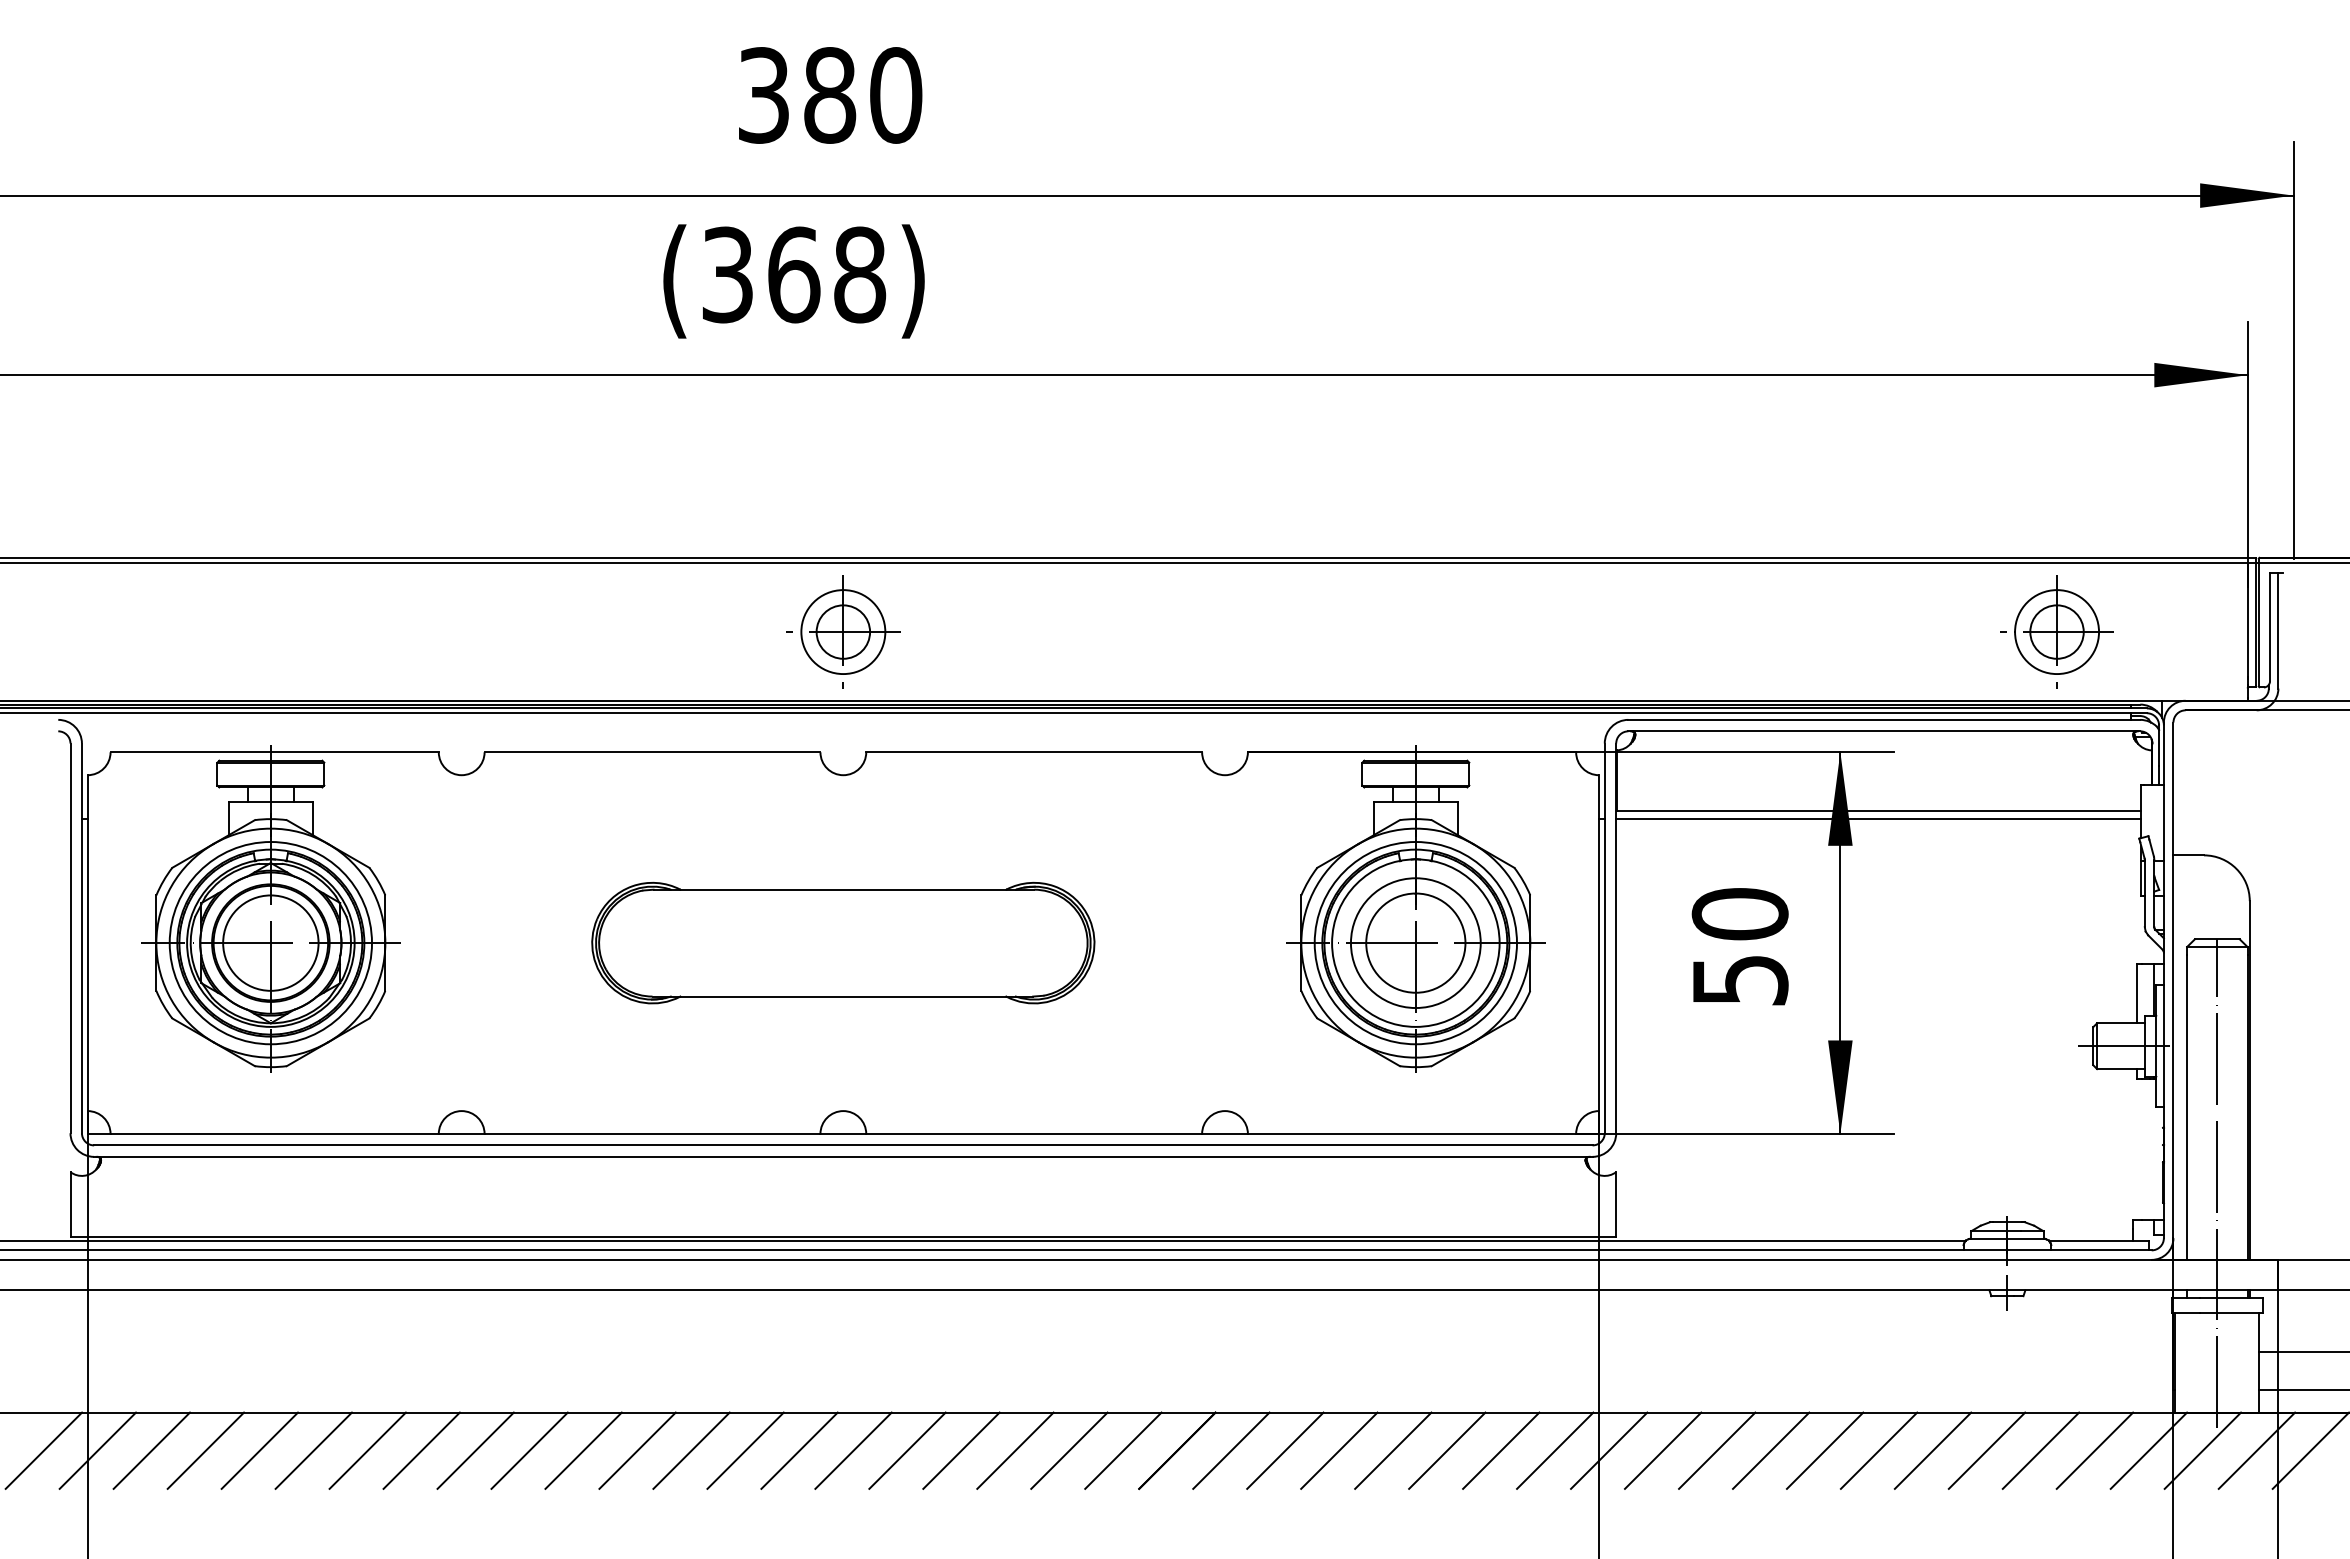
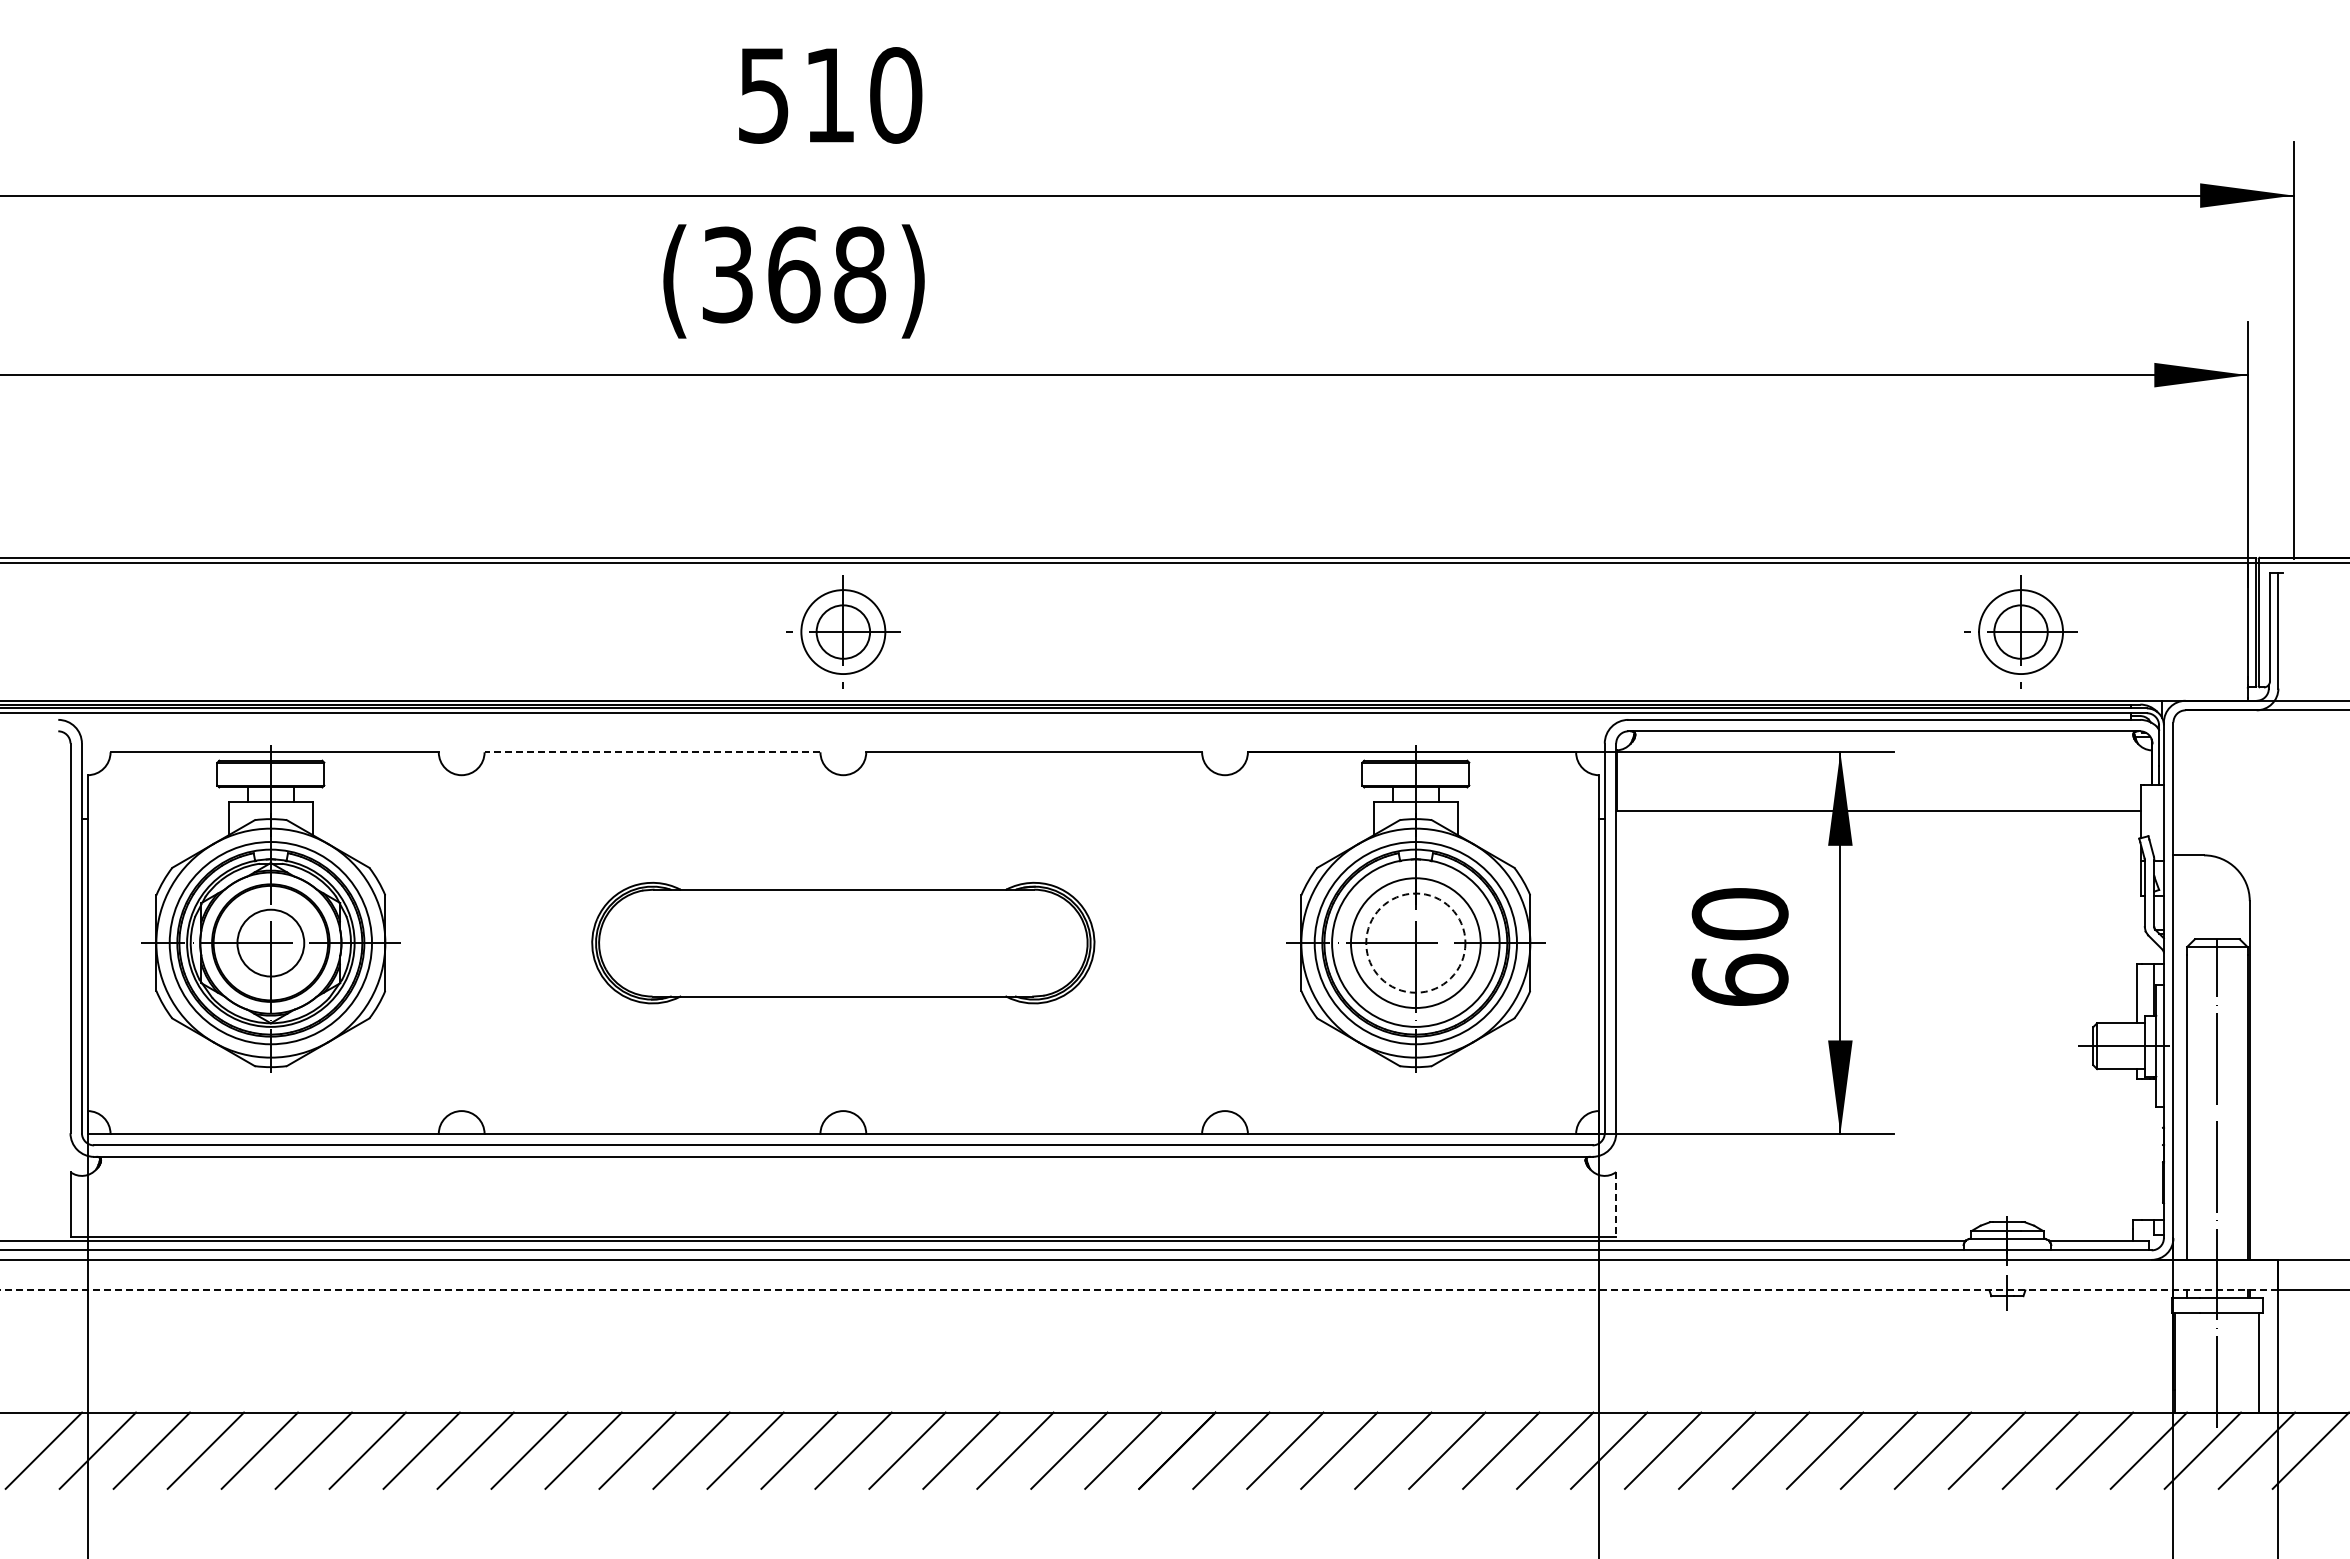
text at (797, 95): 380 -> 510
part at (2056, 631) position: (2056, 631) -> (2020, 631)
line at (652, 752): solid -> dashed
line at (1878, 819): present -> none
circle at (270, 942) diameter: 95 px -> 67 px
circle at (1415, 942): solid -> dashed
text at (1739, 979): 50 -> 60
line at (1616, 1205): solid -> dashed
line at (1138, 1290): solid -> dashed
line at (2302, 1351): present -> none
line at (2302, 1389): present -> none
